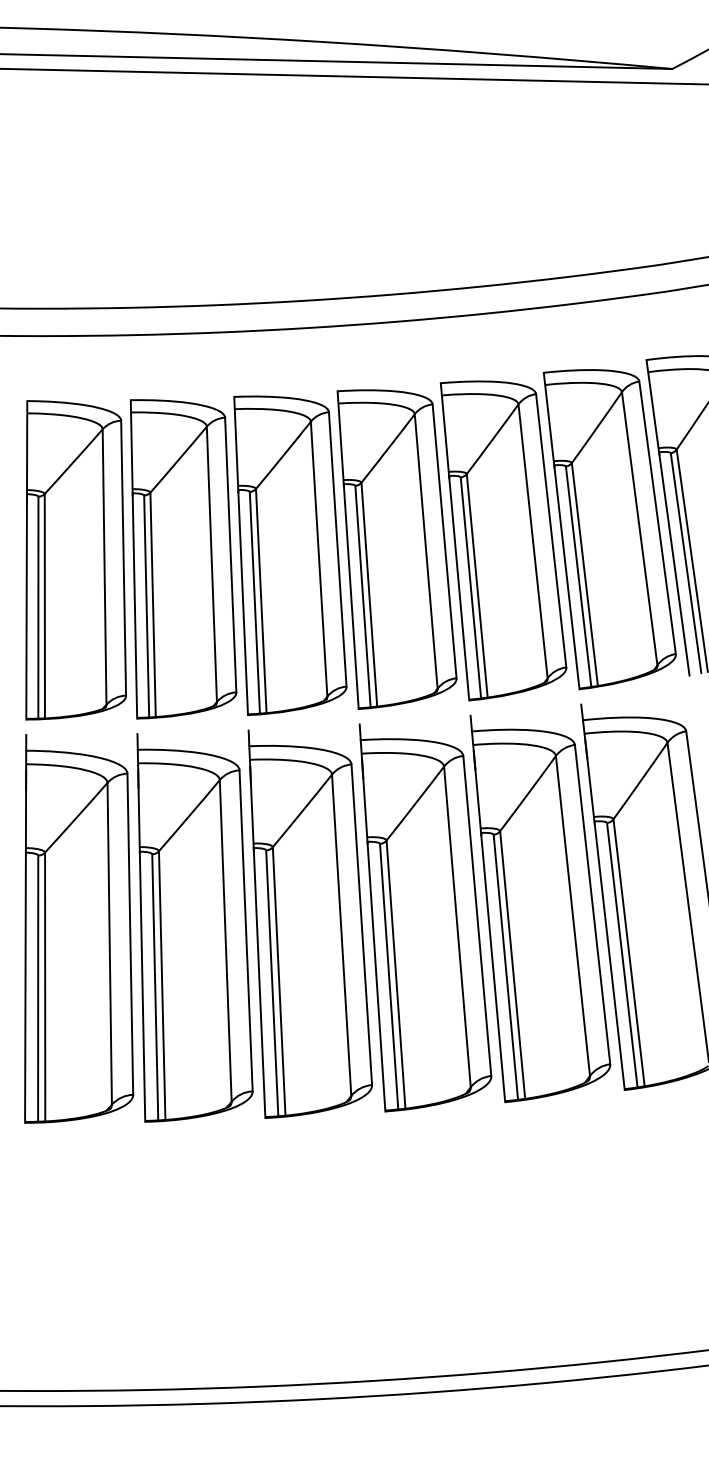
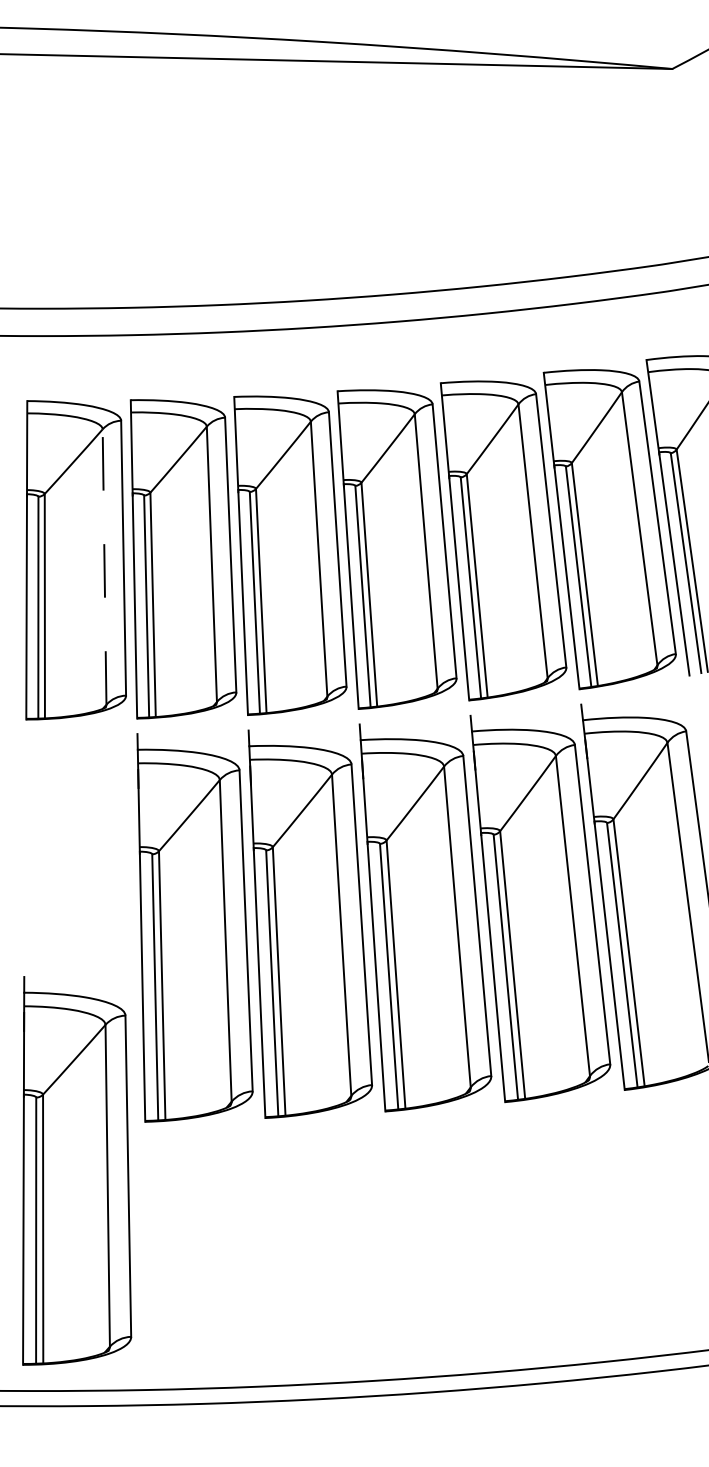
line at (353, 76): present -> none
line at (104, 567): solid -> dashed
part at (79, 928) position: (79, 928) -> (77, 1170)
